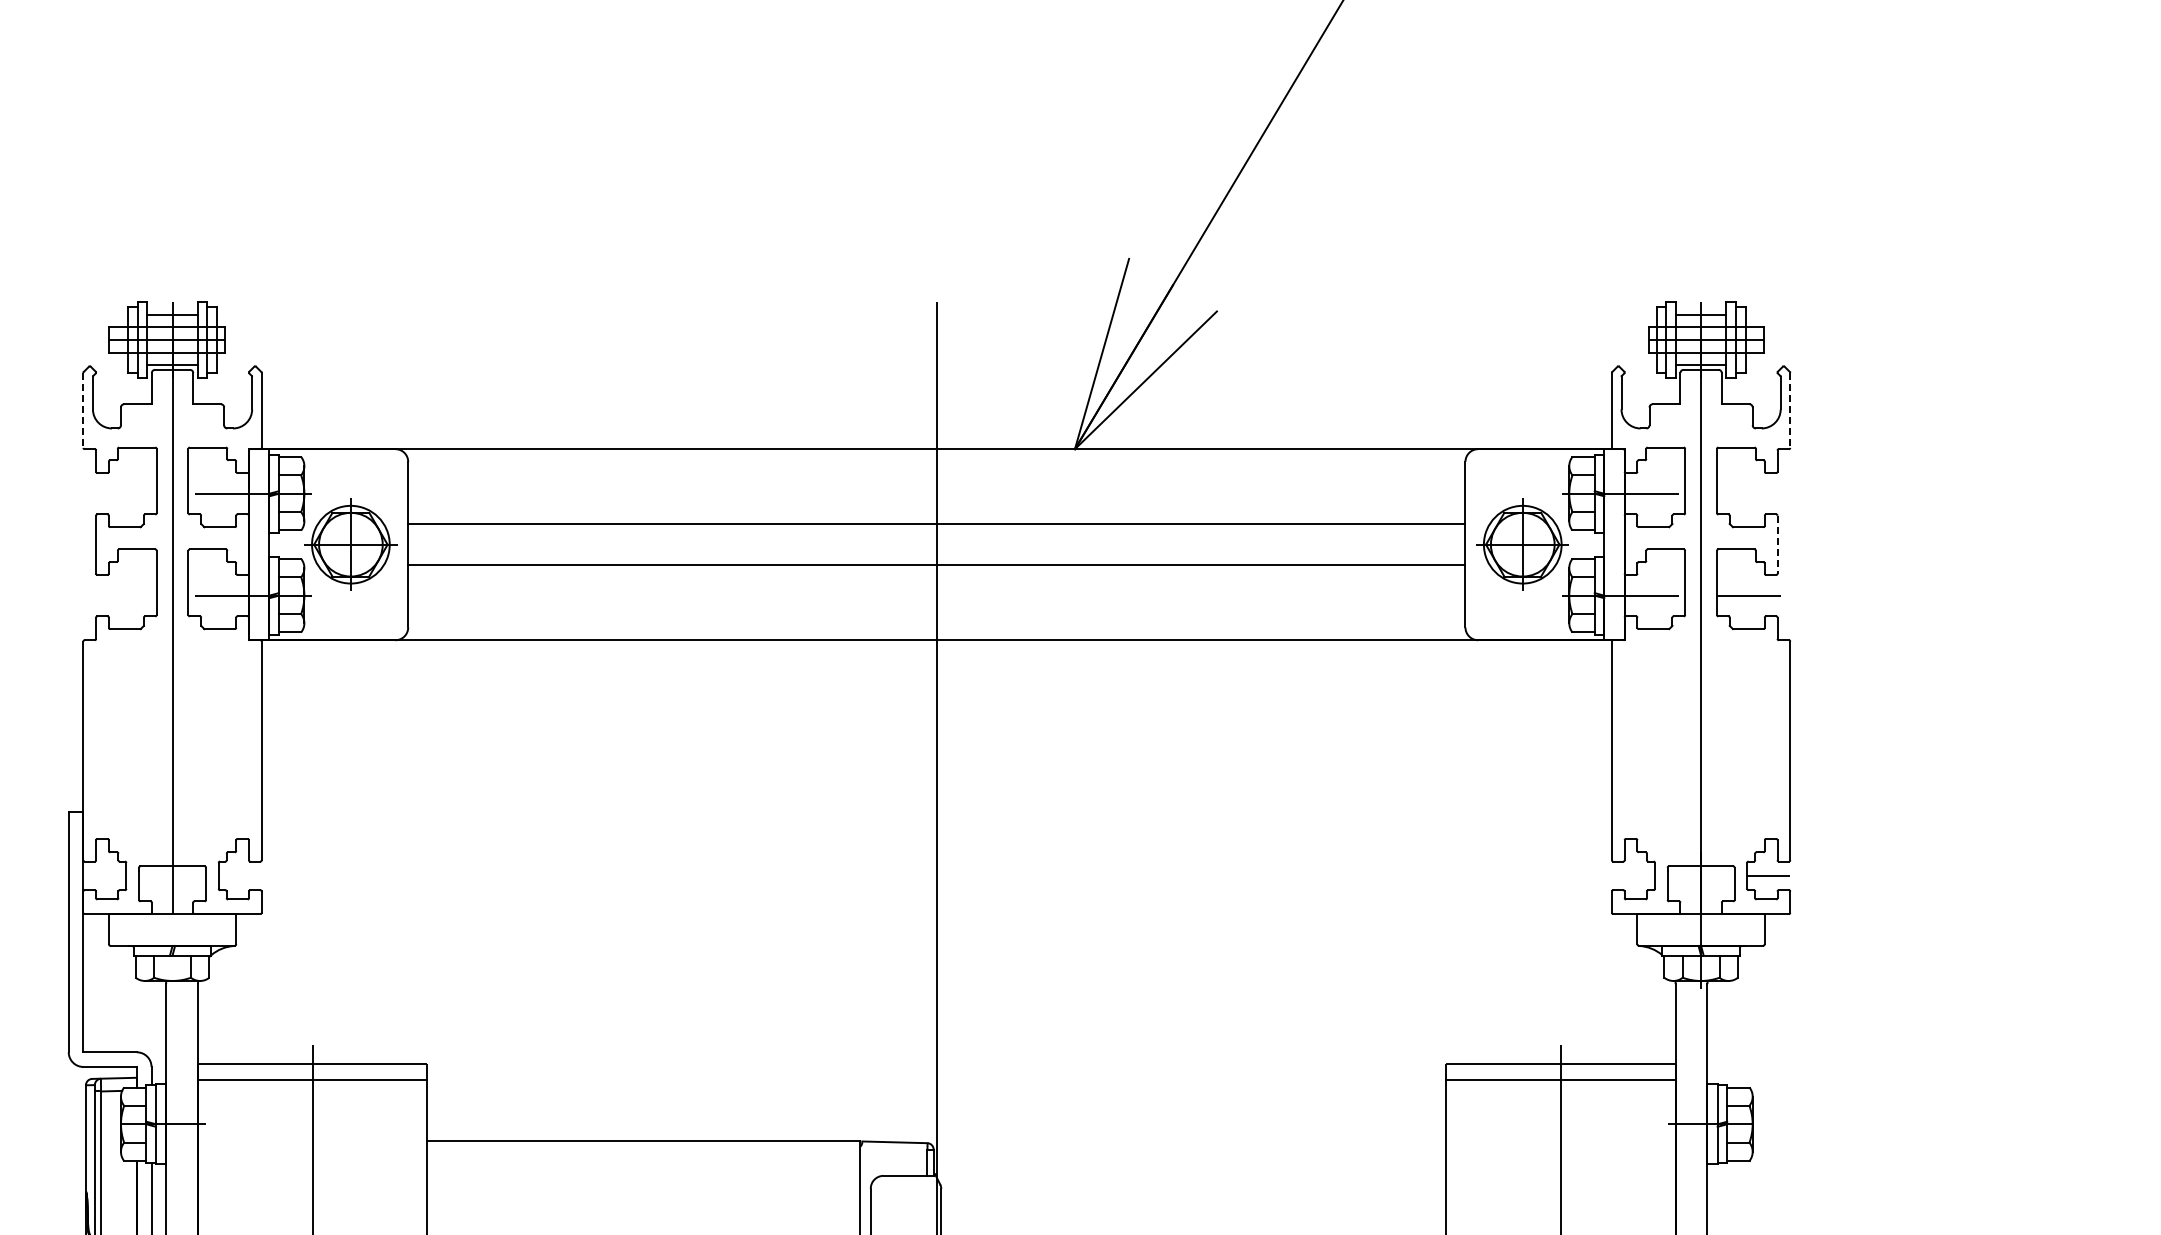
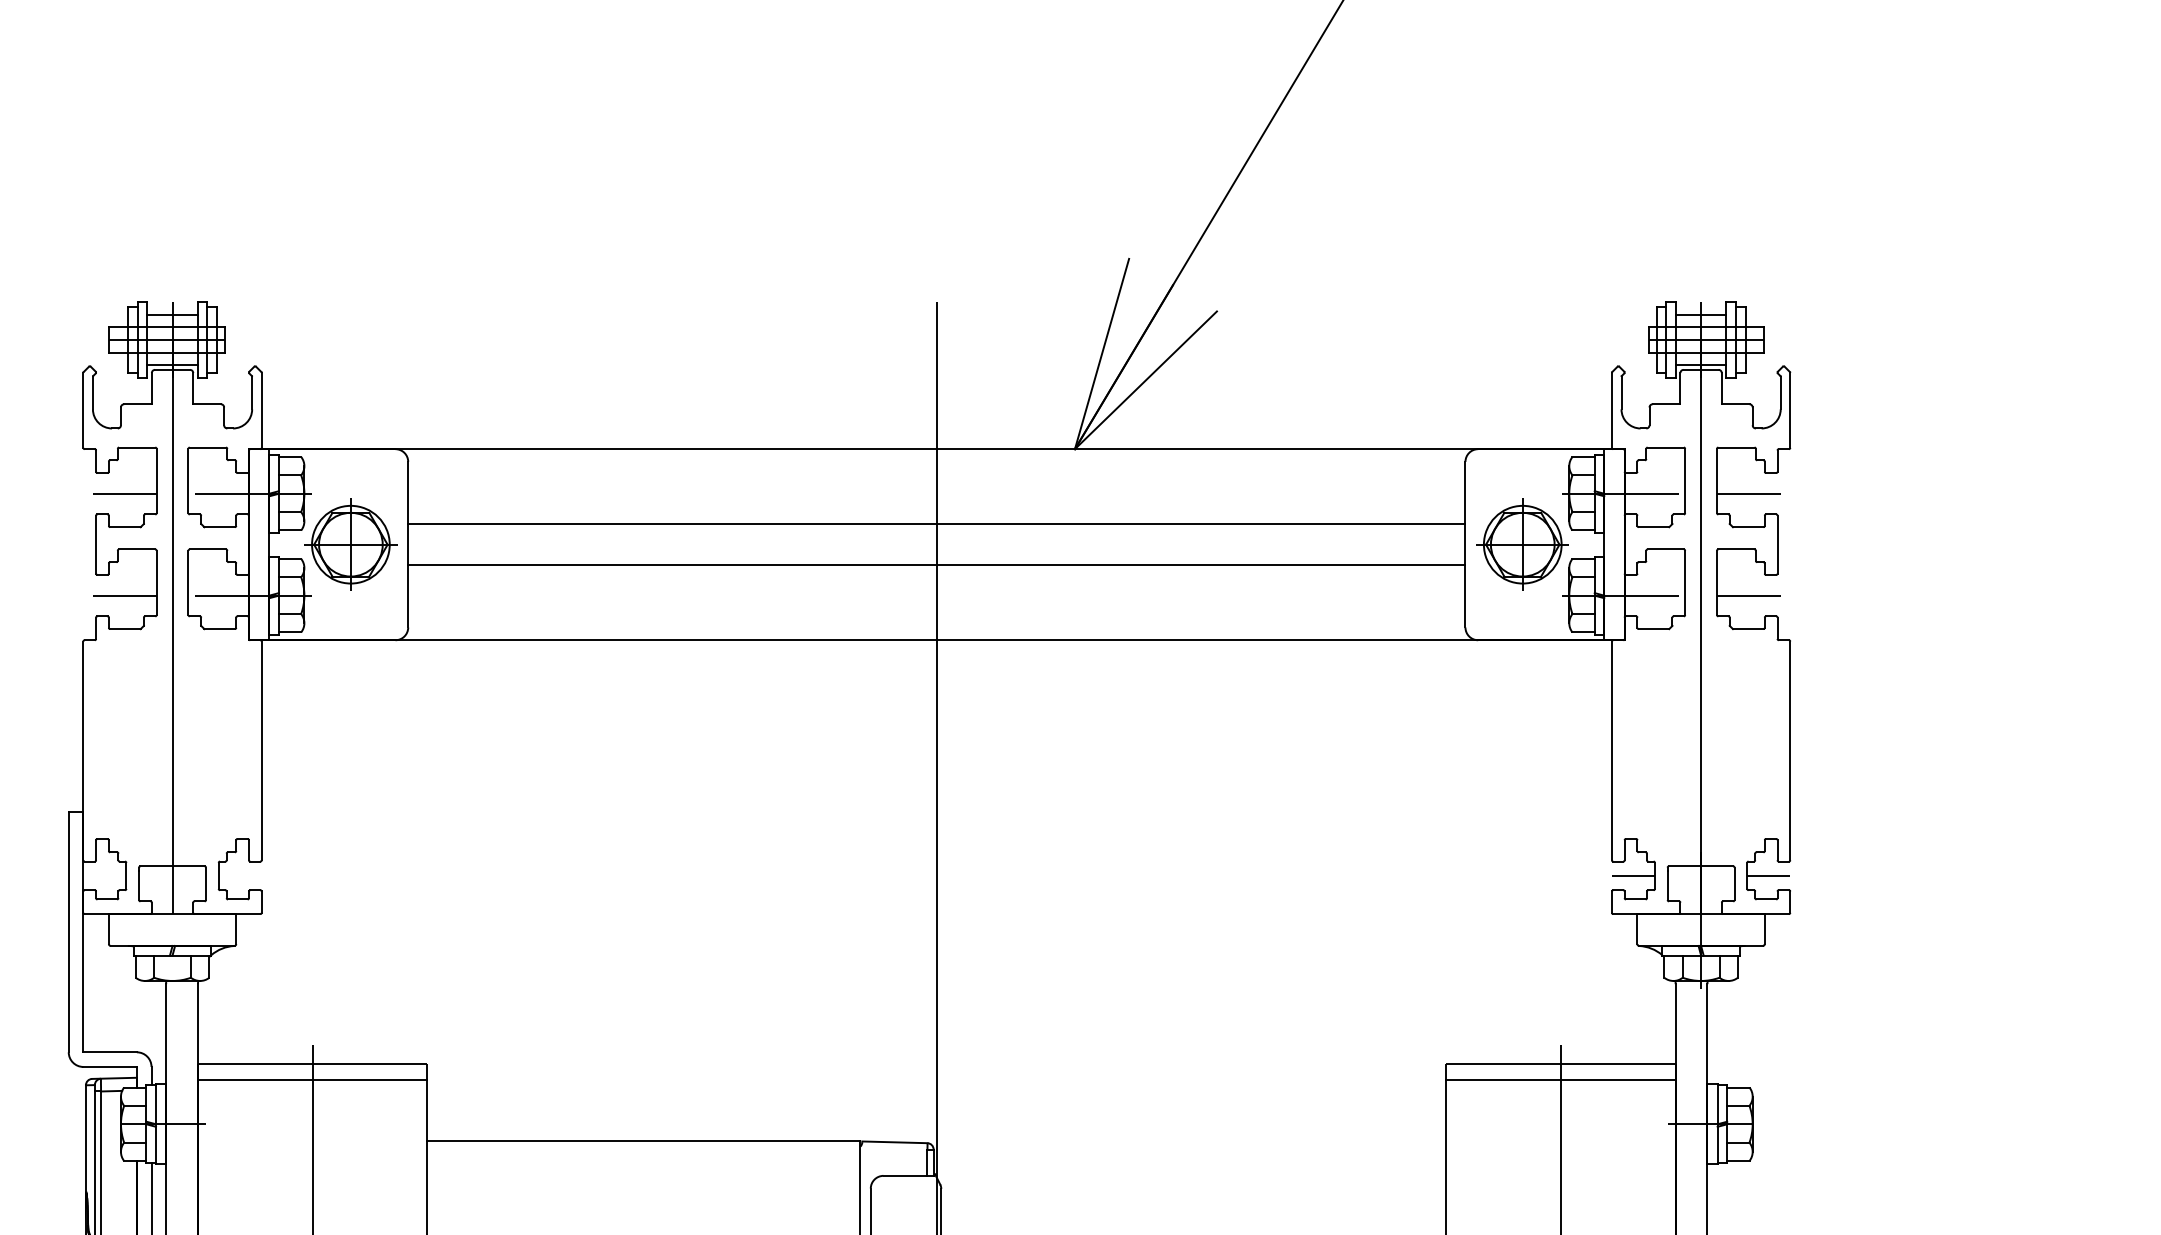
line at (83, 410): dashed -> solid
line at (1790, 410): dashed -> solid
line at (124, 493): none -> present
line at (1748, 493): none -> present
line at (1777, 544): dashed -> solid
line at (124, 595): none -> present
line at (1632, 875): none -> present
